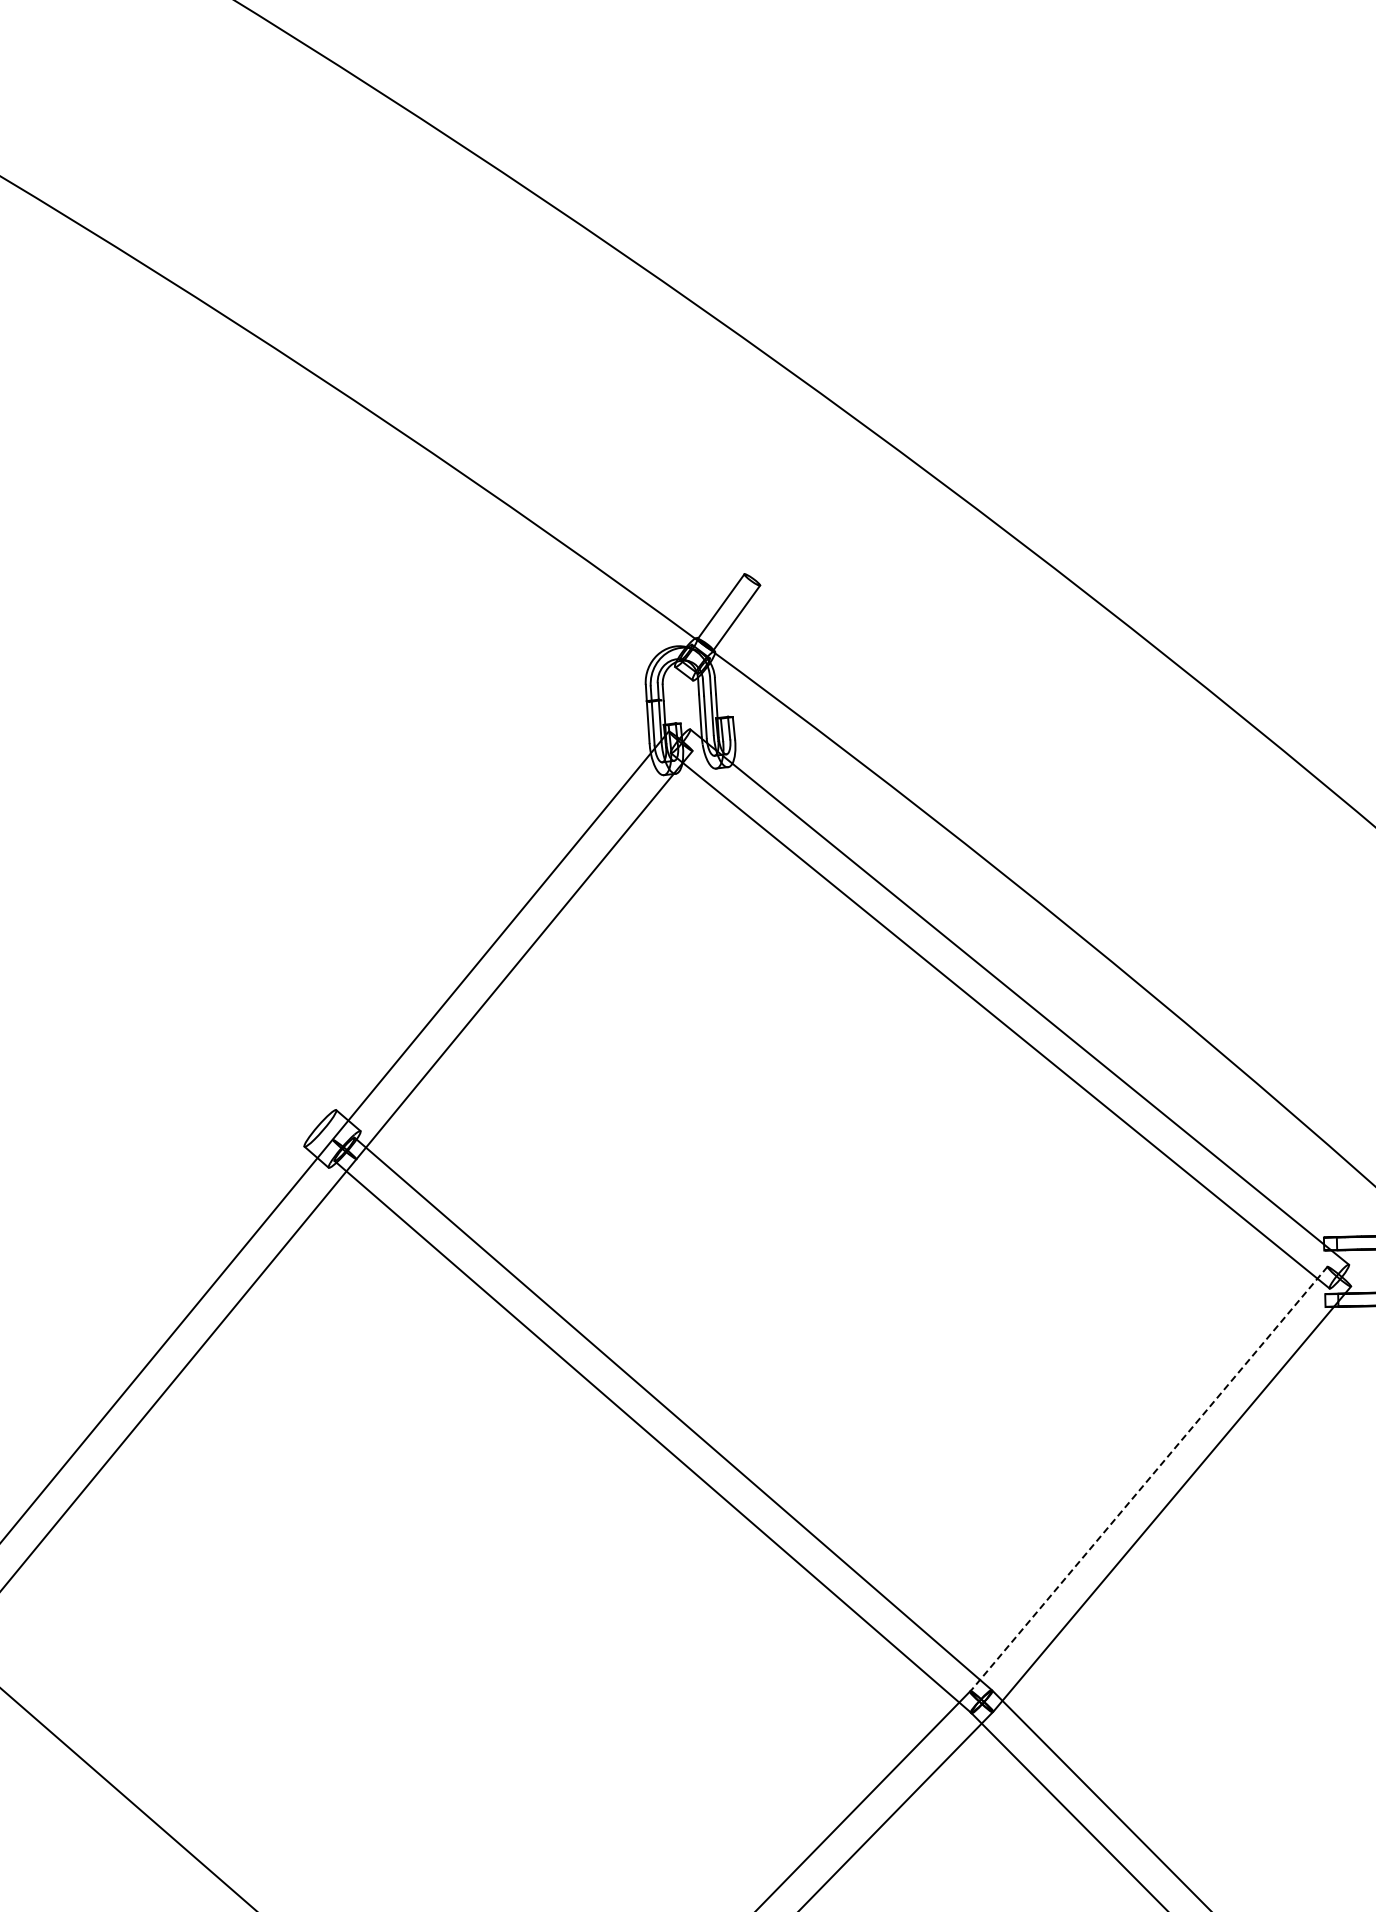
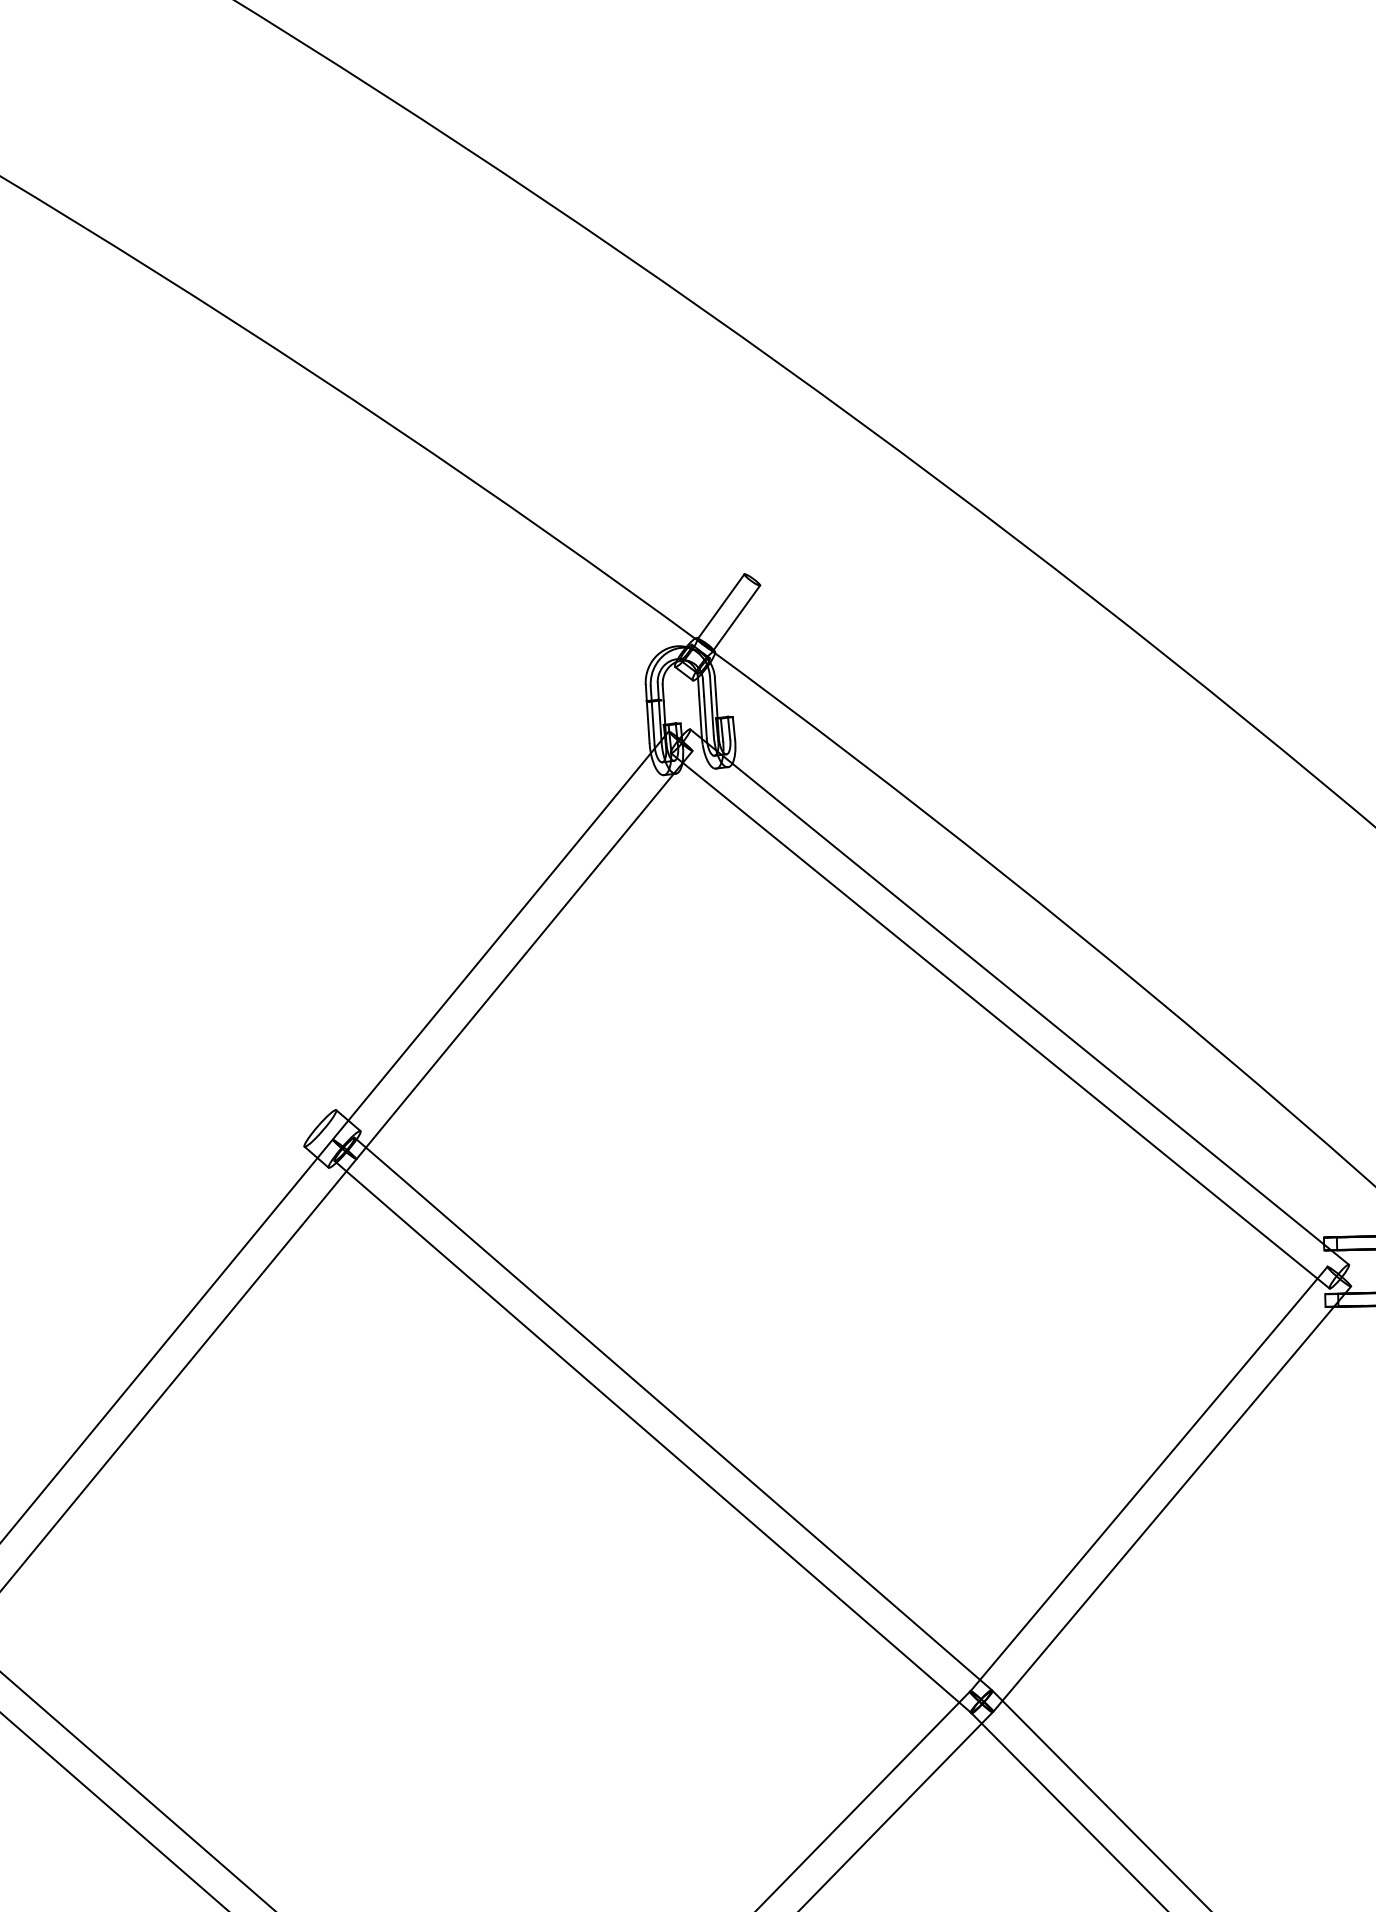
line at (1148, 1479): dashed -> solid
line at (137, 1790): none -> present
line at (127, 1798) position: (127, 1798) -> (113, 1811)
